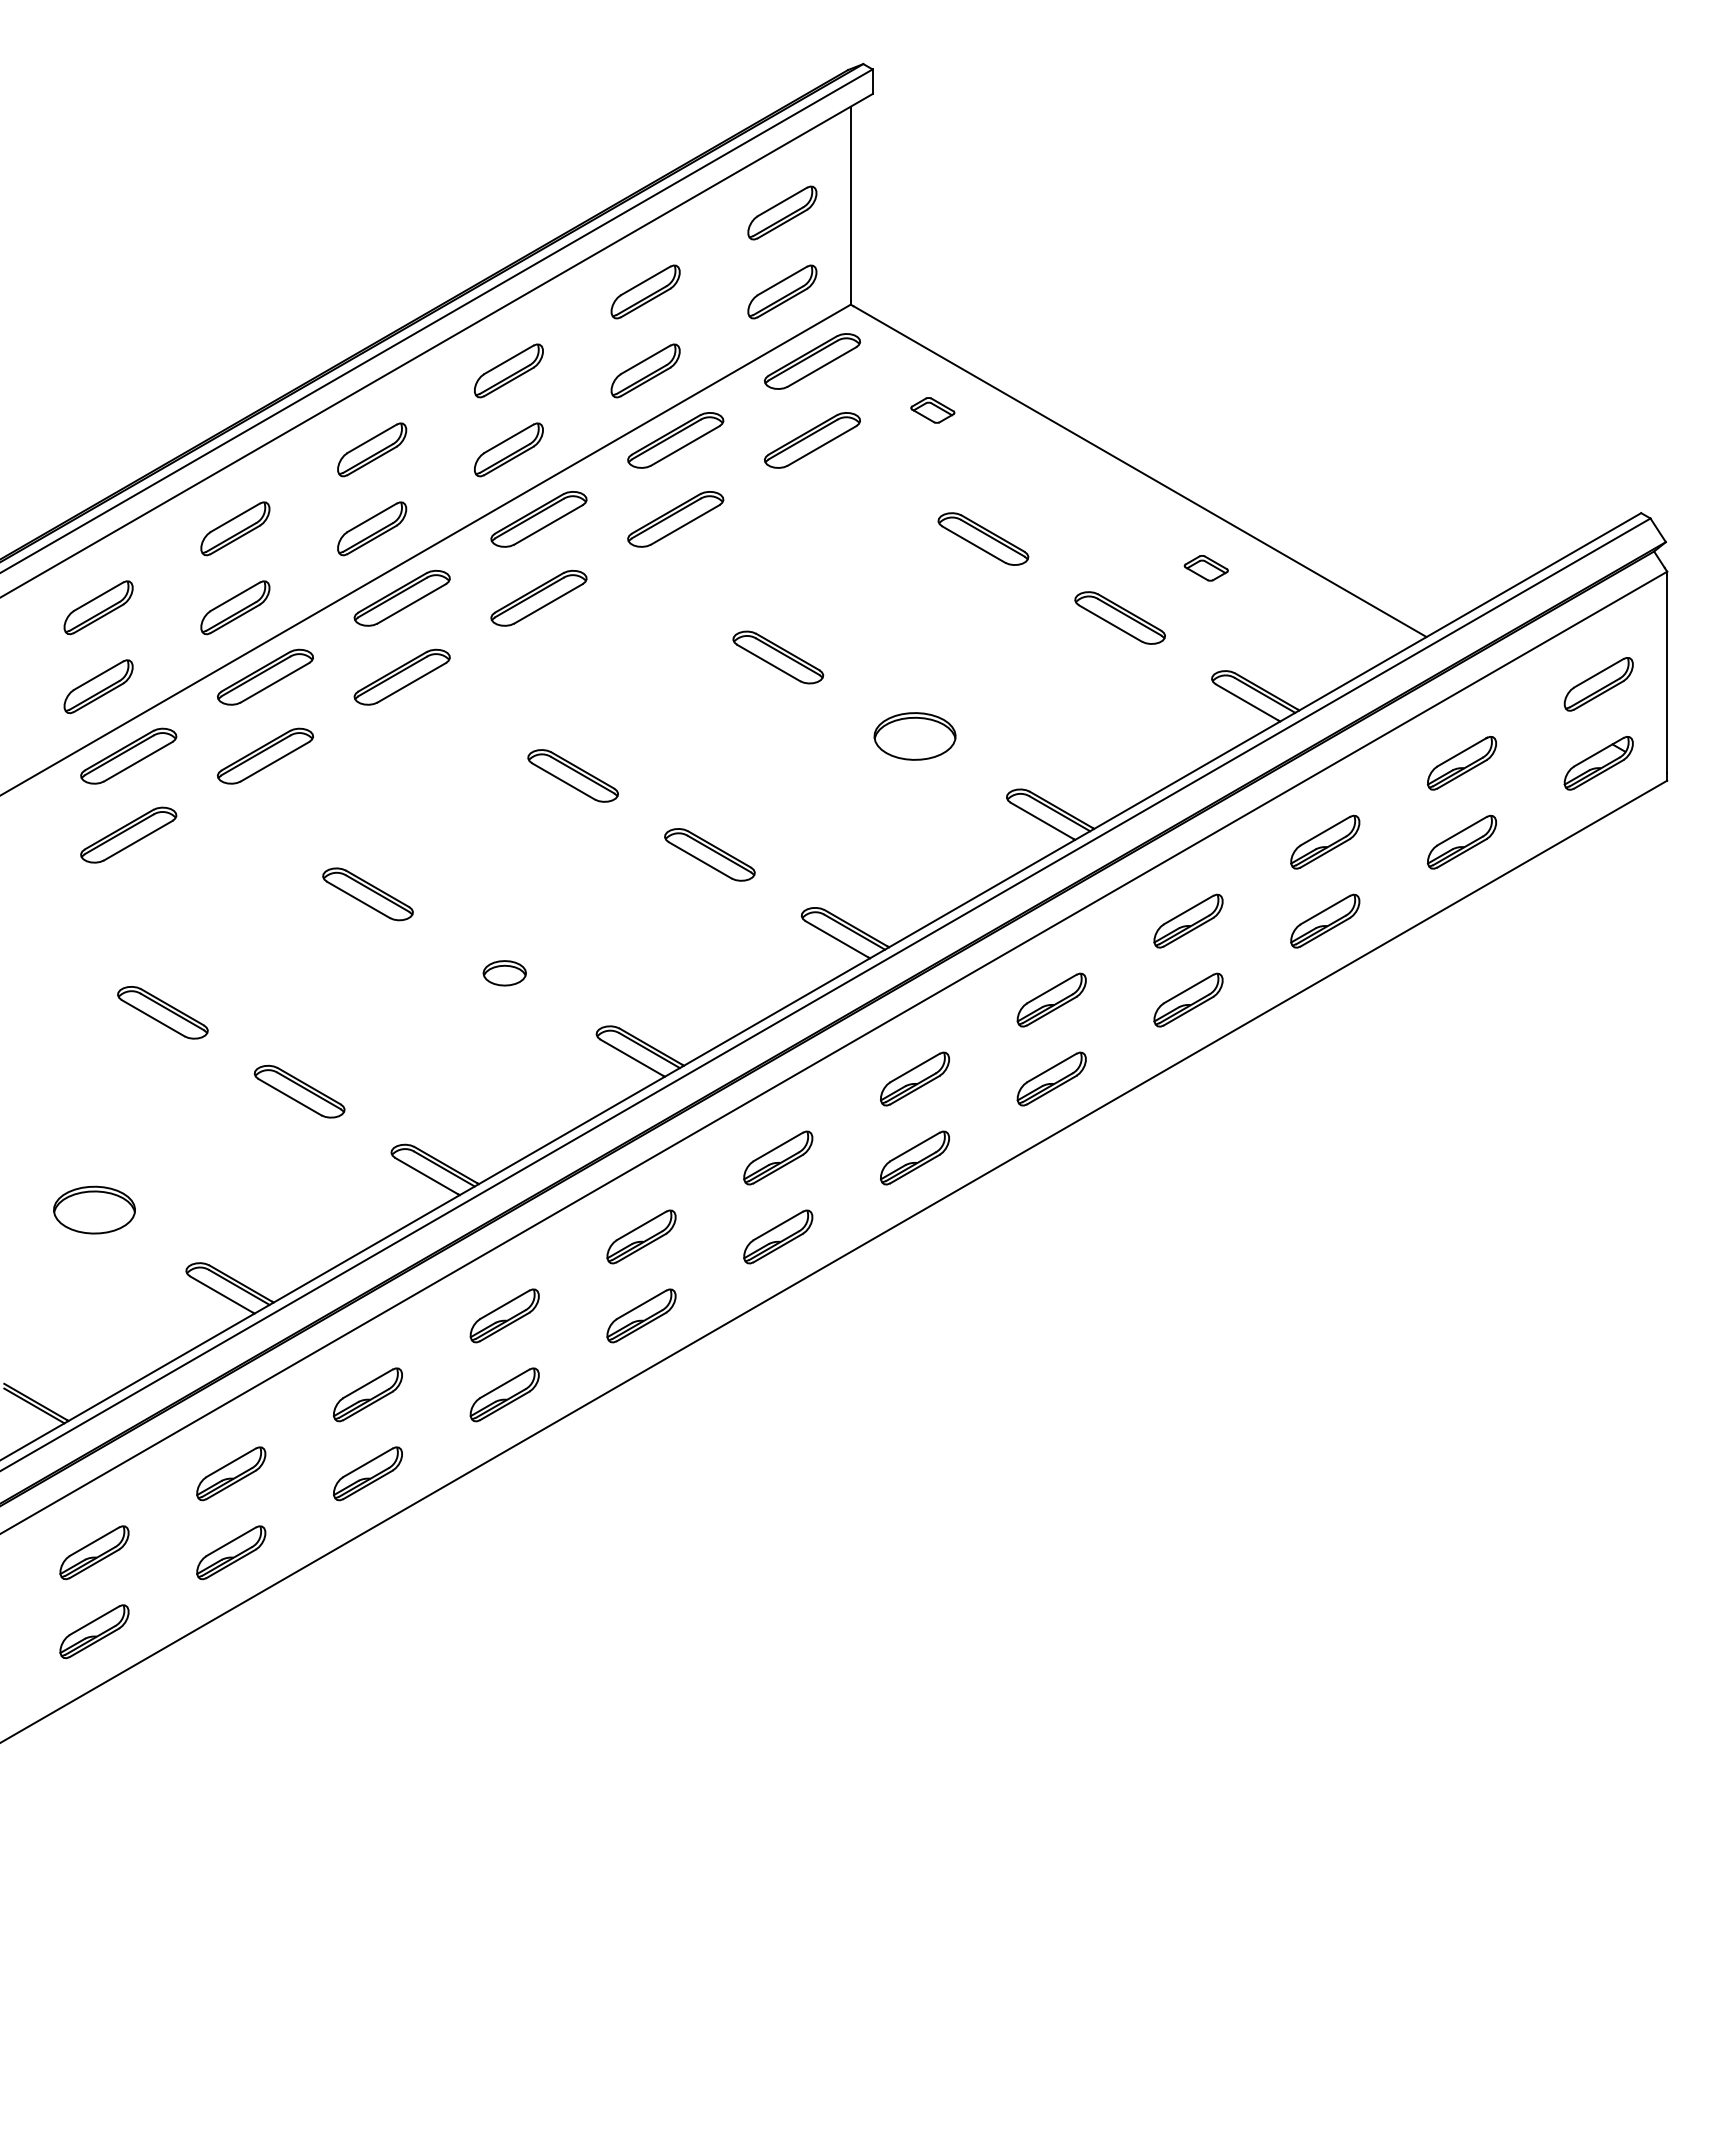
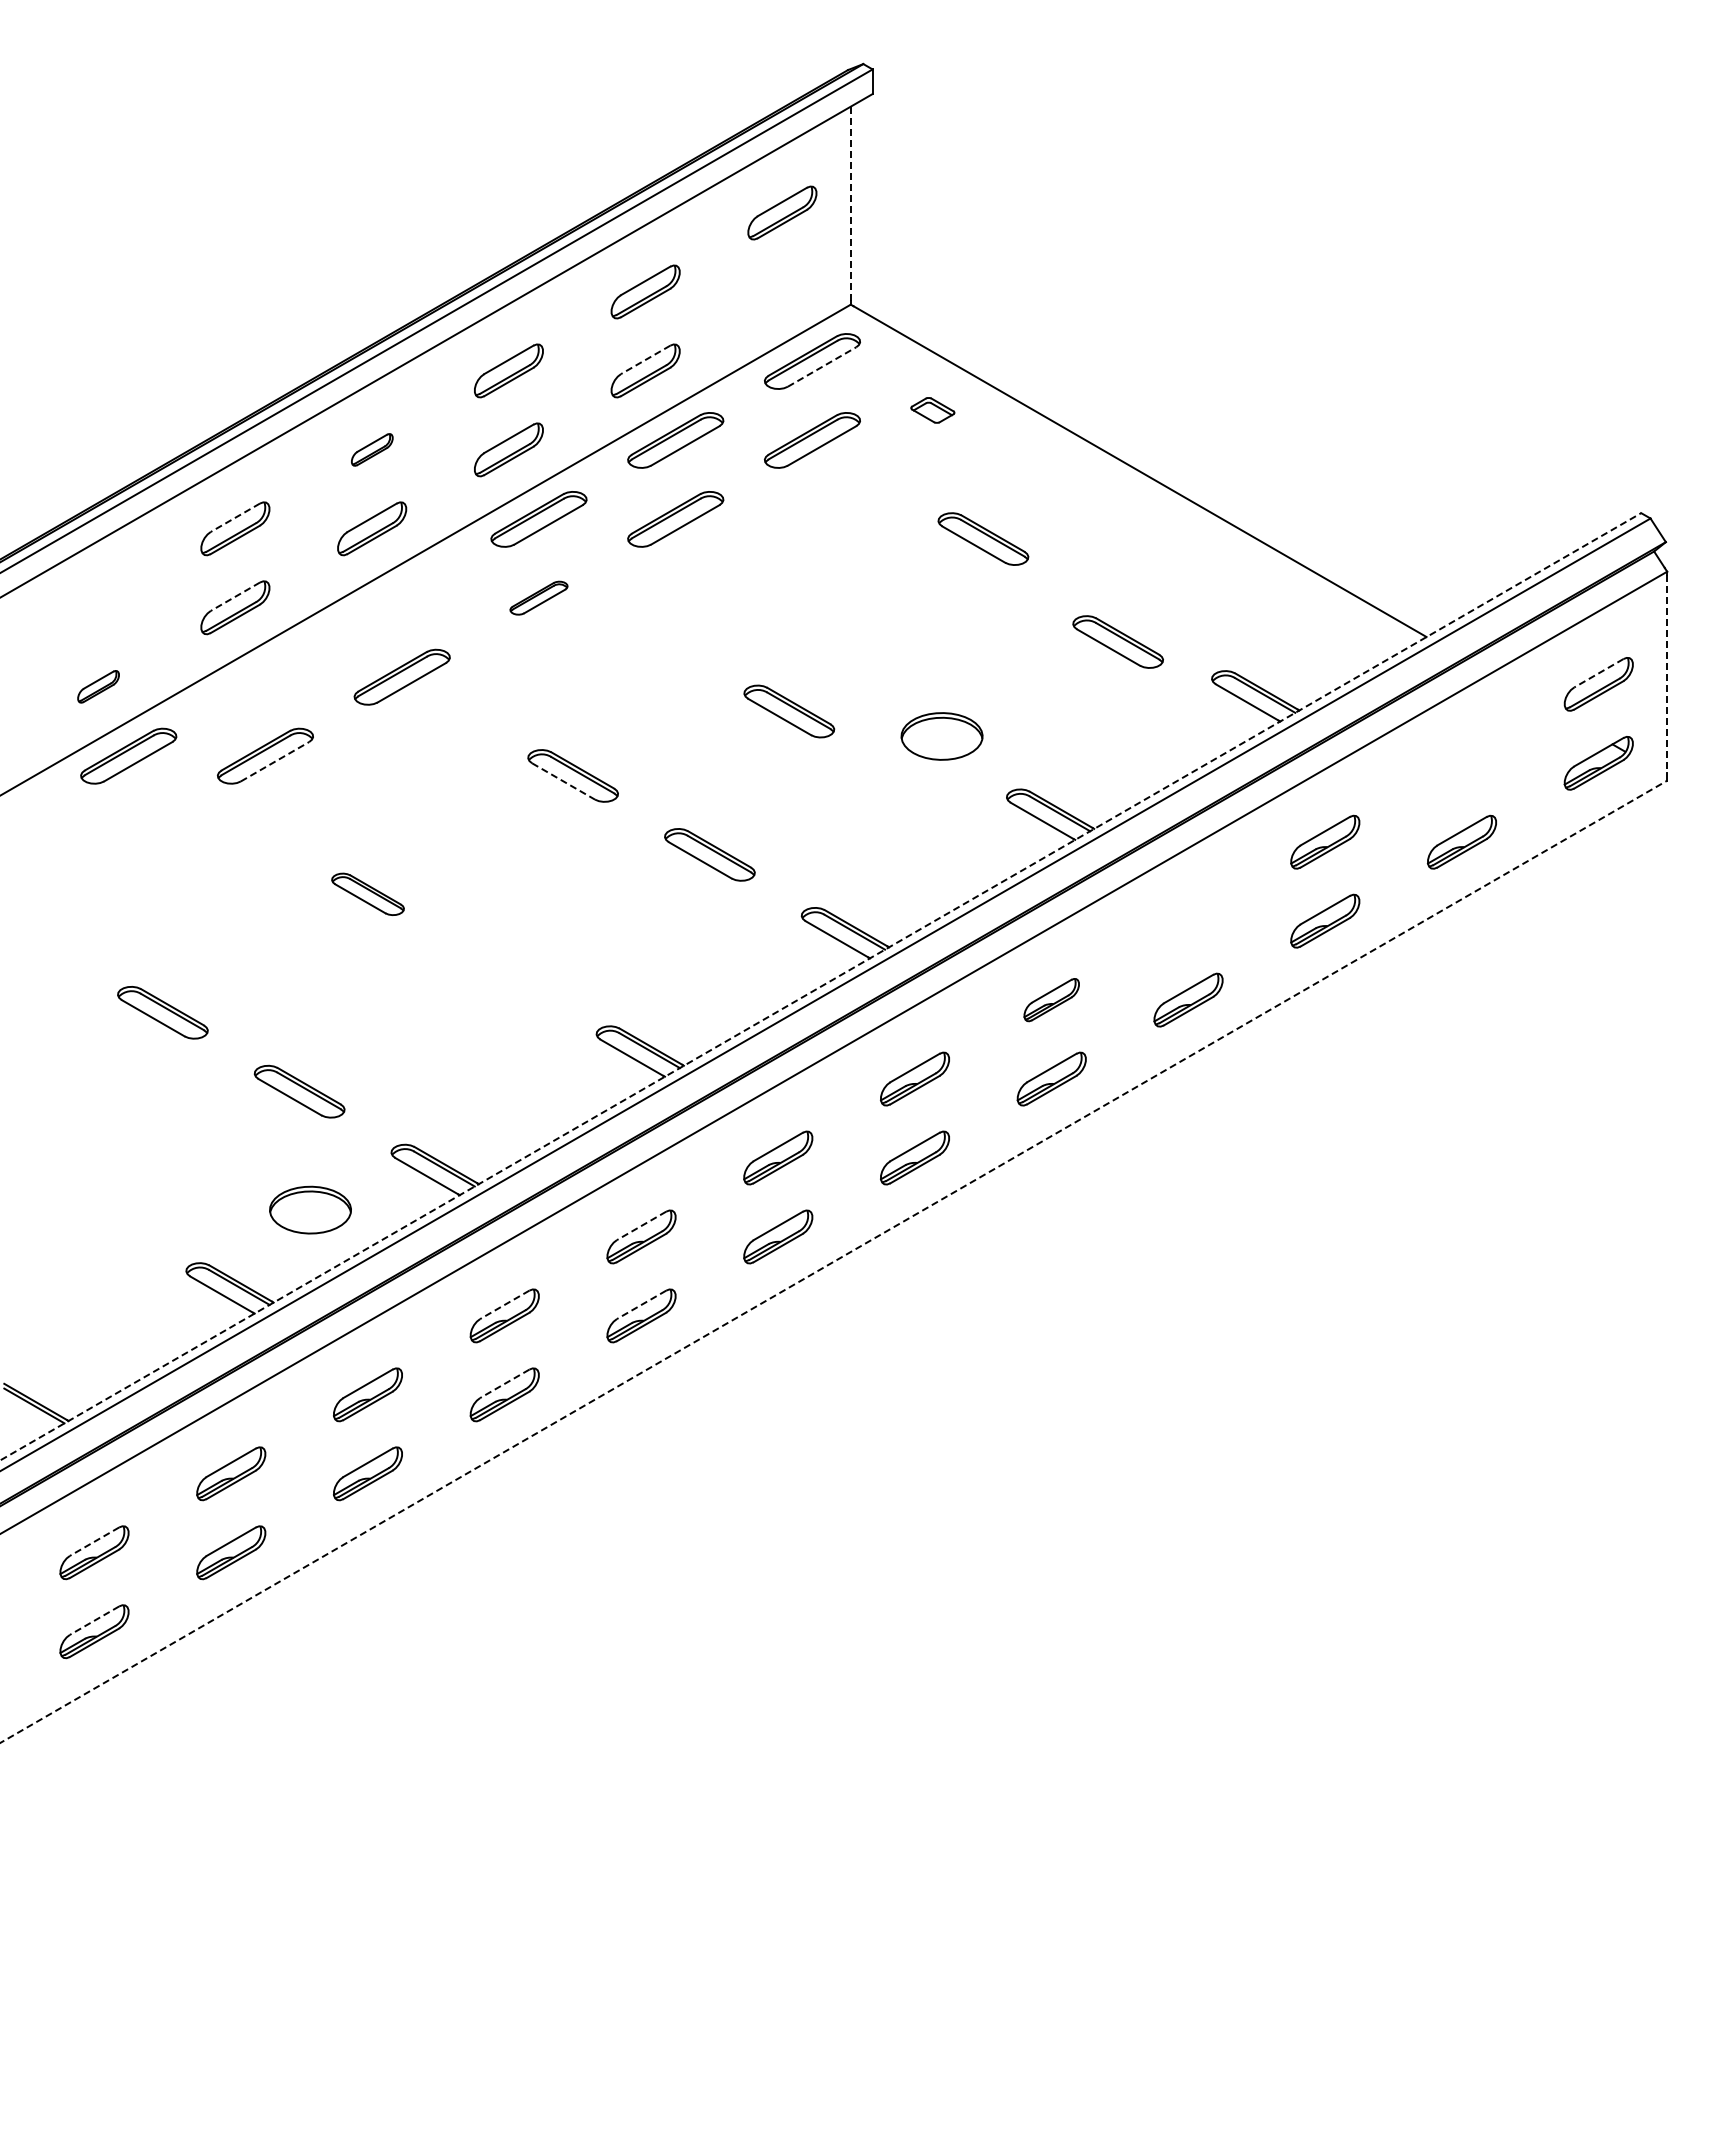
line at (850, 203): solid -> dashed
part at (782, 291): present -> none
line at (645, 360): solid -> dashed
line at (822, 366): solid -> dashed
part at (372, 449) size: 71x56 px -> 43x34 px
line at (234, 518): solid -> dashed
part at (1205, 568): present -> none
line at (234, 597): solid -> dashed
part at (401, 597): present -> none
part at (538, 597) size: 98x58 px -> 60x36 px
part at (98, 607): present -> none
part at (1119, 617) position: (1119, 617) -> (1117, 641)
part at (778, 657) position: (778, 657) -> (789, 711)
line at (1598, 673): solid -> dashed
line at (1667, 674): solid -> dashed
part at (265, 676): present -> none
part at (98, 686) size: 71x56 px -> 43x34 px
part at (914, 736) position: (914, 736) -> (941, 736)
line at (275, 761): solid -> dashed
part at (1461, 763): present -> none
line at (564, 781): solid -> dashed
part at (128, 834): present -> none
part at (367, 894) size: 92x55 px -> 74x44 px
part at (1188, 920): present -> none
part at (504, 973): present -> none
line at (821, 986): solid -> dashed
part at (1051, 999) size: 71x56 px -> 57x45 px
part at (94, 1209) position: (94, 1209) -> (310, 1209)
line at (641, 1226): solid -> dashed
line at (833, 1261): solid -> dashed
line at (504, 1305): solid -> dashed
line at (641, 1305): solid -> dashed
line at (504, 1384): solid -> dashed
line at (94, 1541): solid -> dashed
line at (94, 1620): solid -> dashed
